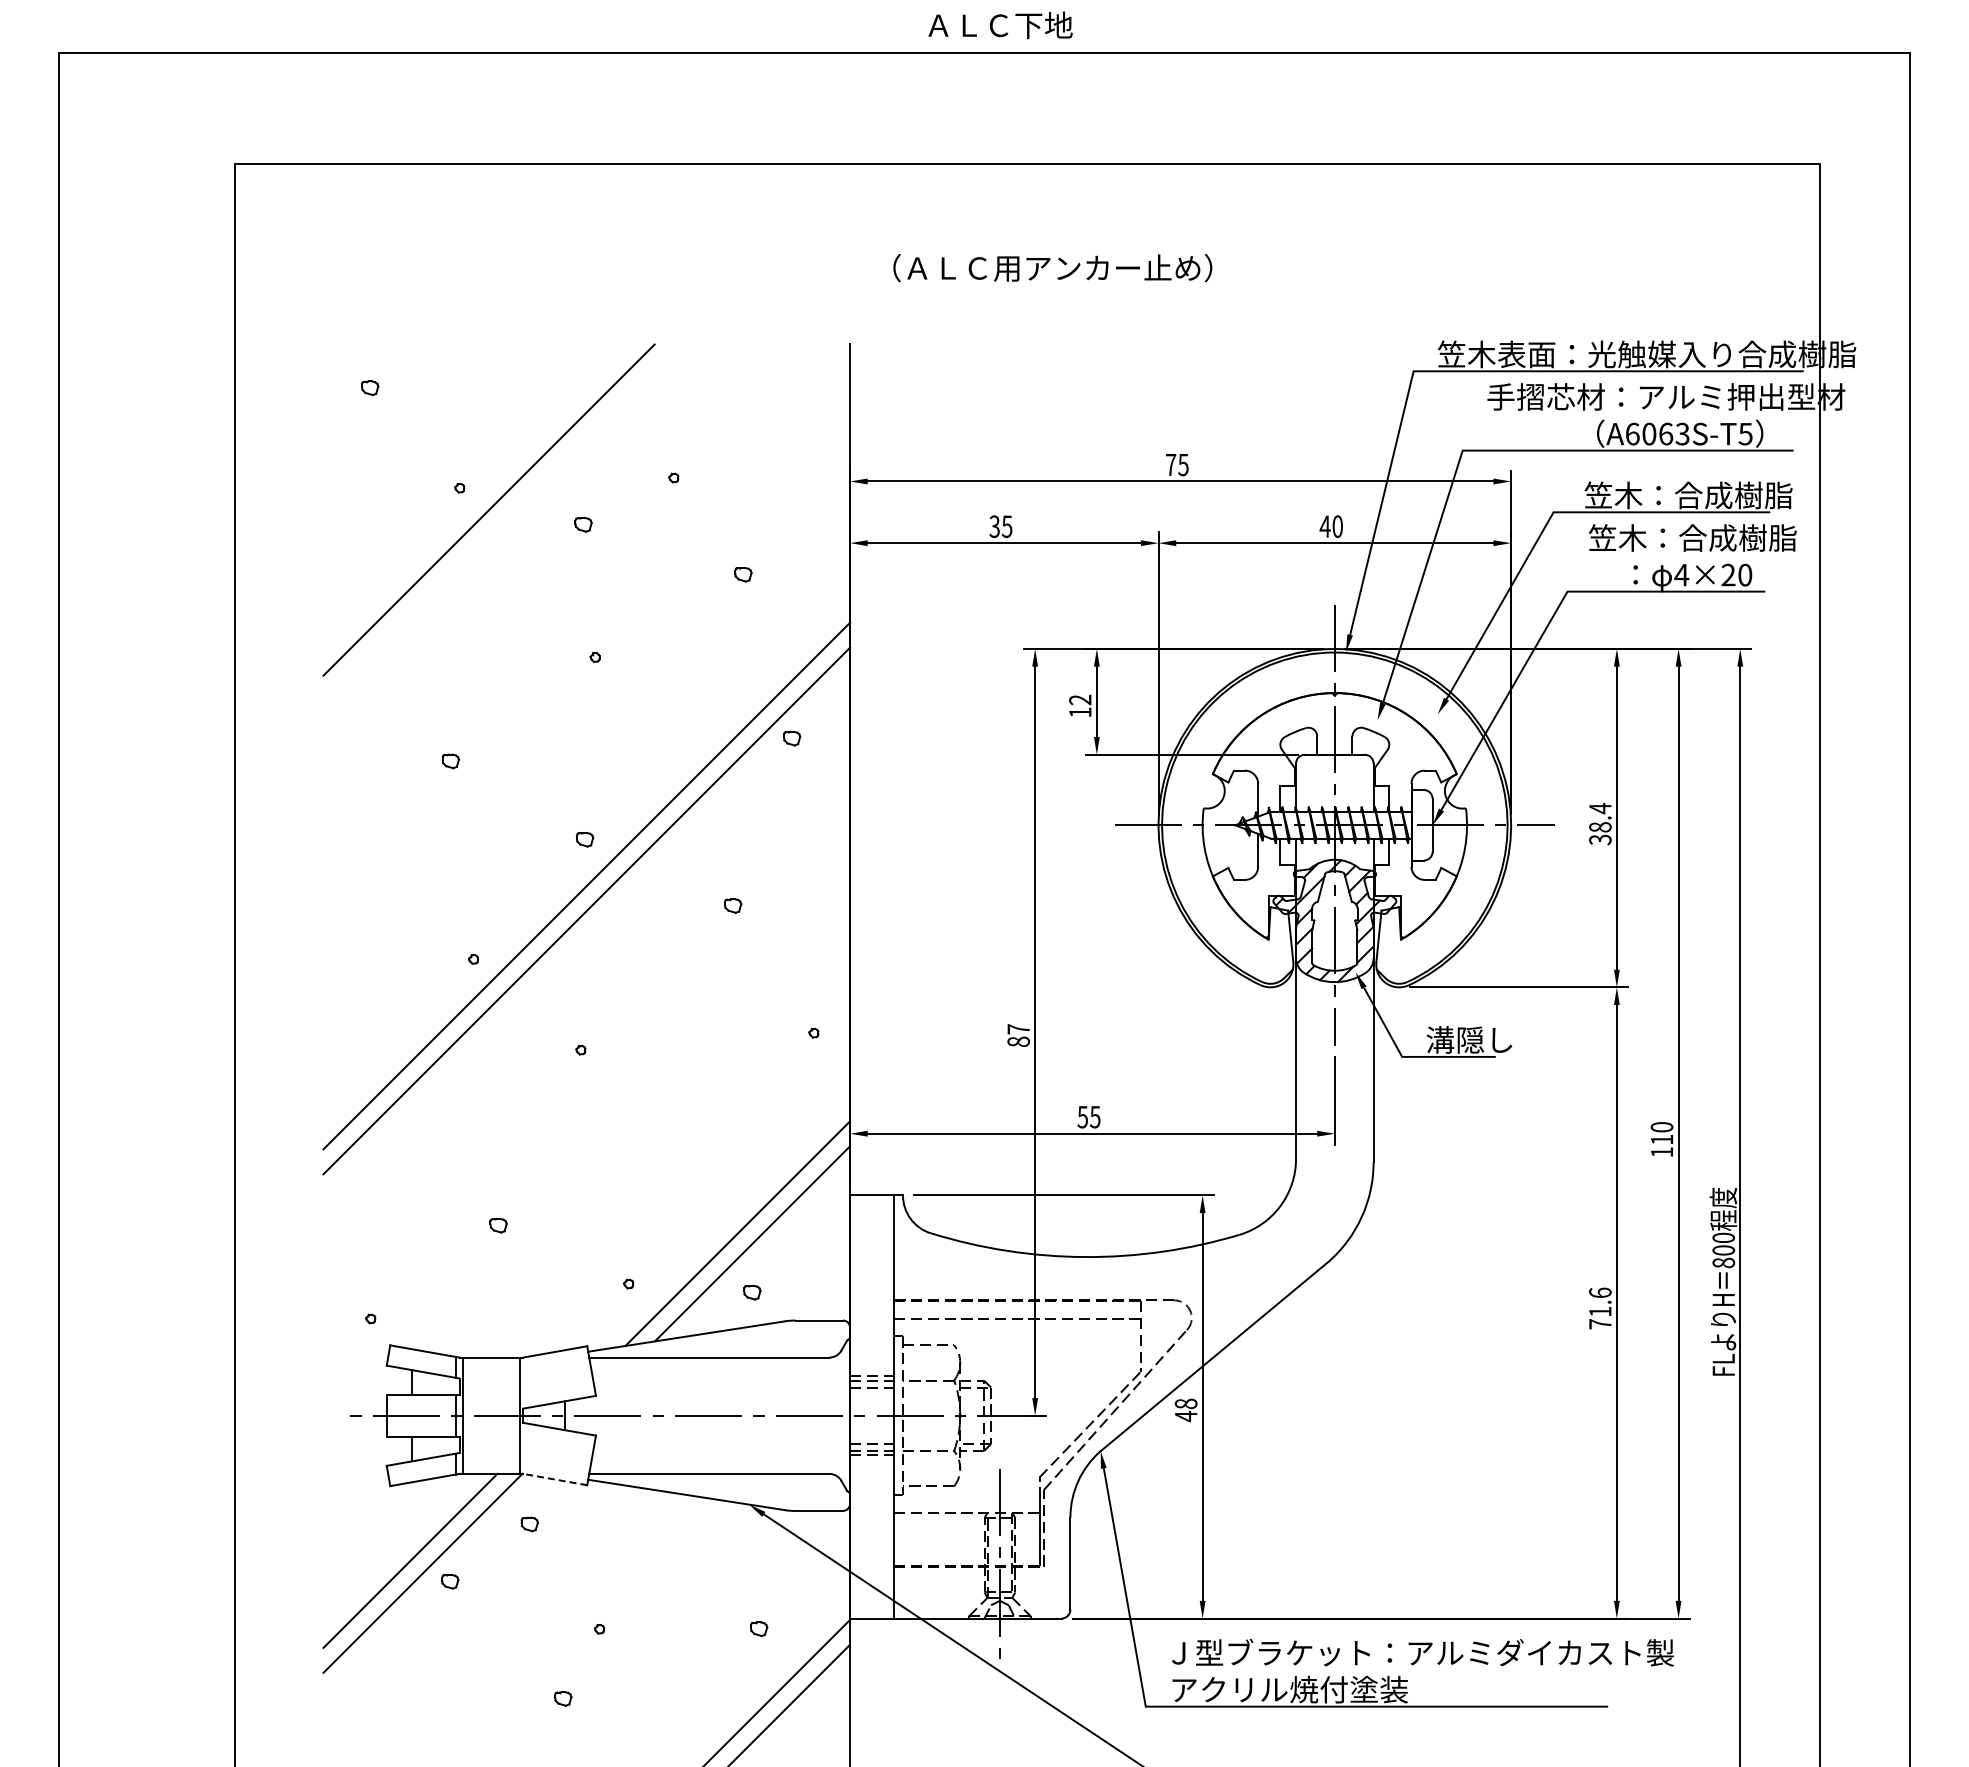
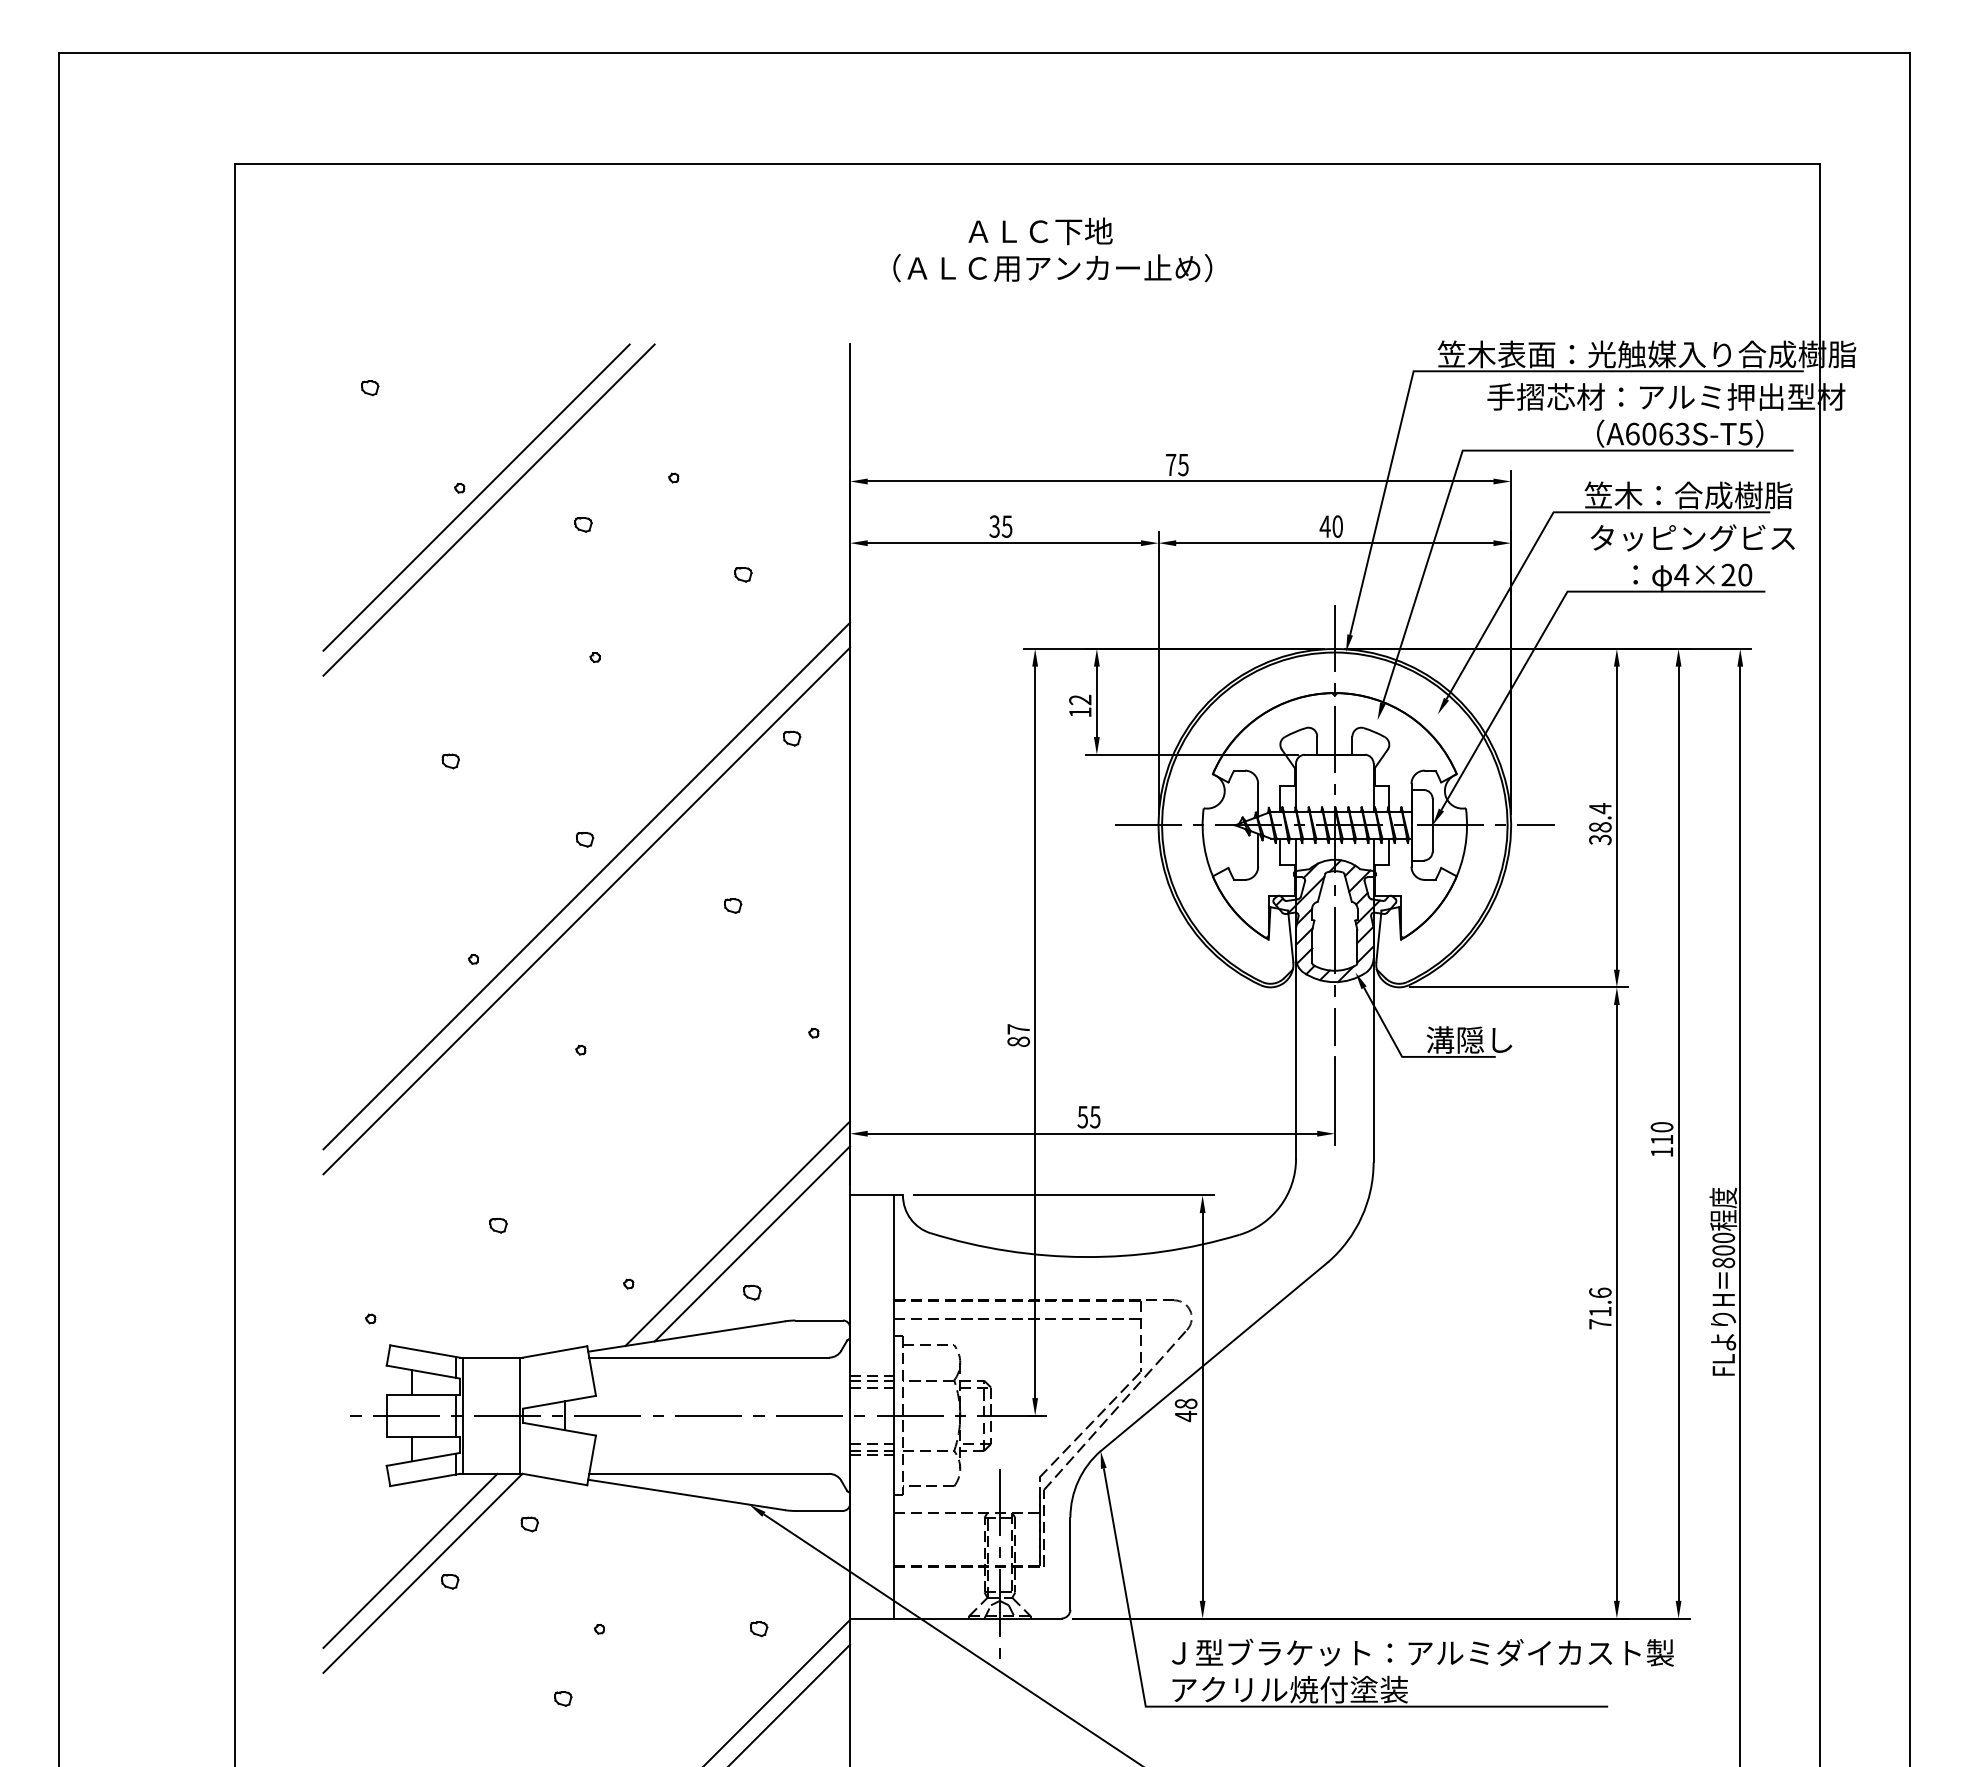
text at (1000, 25) position: (1000, 25) -> (1040, 231)
line at (476, 497): none -> present
text at (1692, 537): 笠木：合成樹脂 -> タッピングビス
line at (555, 1479): dashed -> solid
